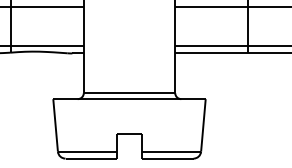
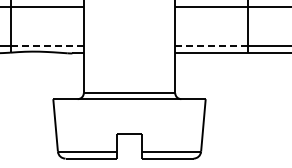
line at (47, 46): solid -> dashed
line at (211, 46): solid -> dashed
